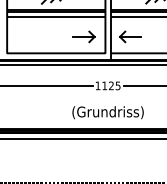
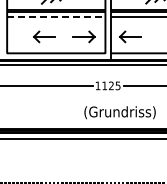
line at (56, 17): solid -> dashed
part at (44, 36): none -> present
text at (107, 112) position: (107, 112) -> (119, 112)
